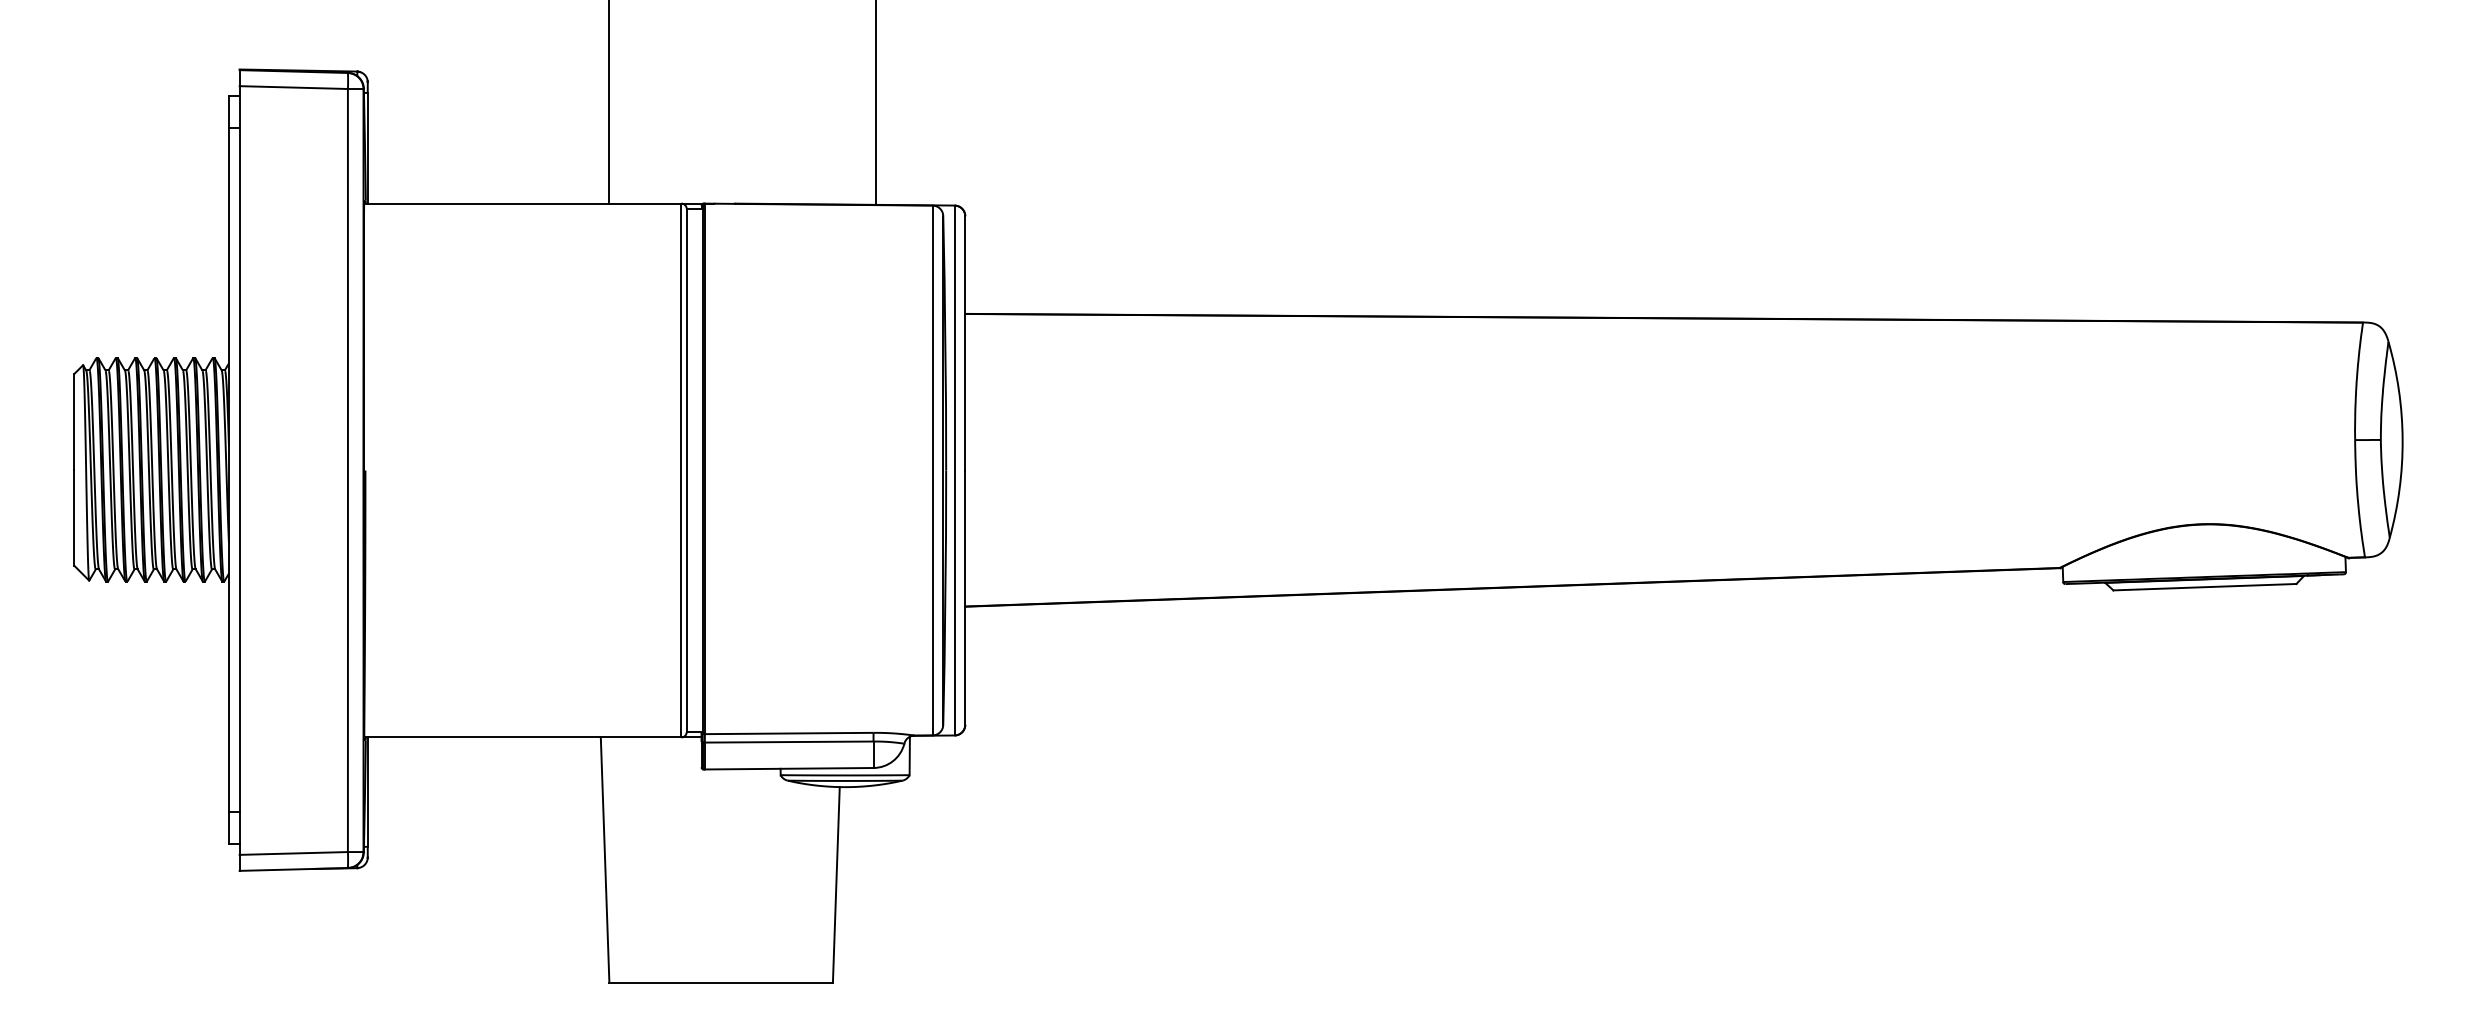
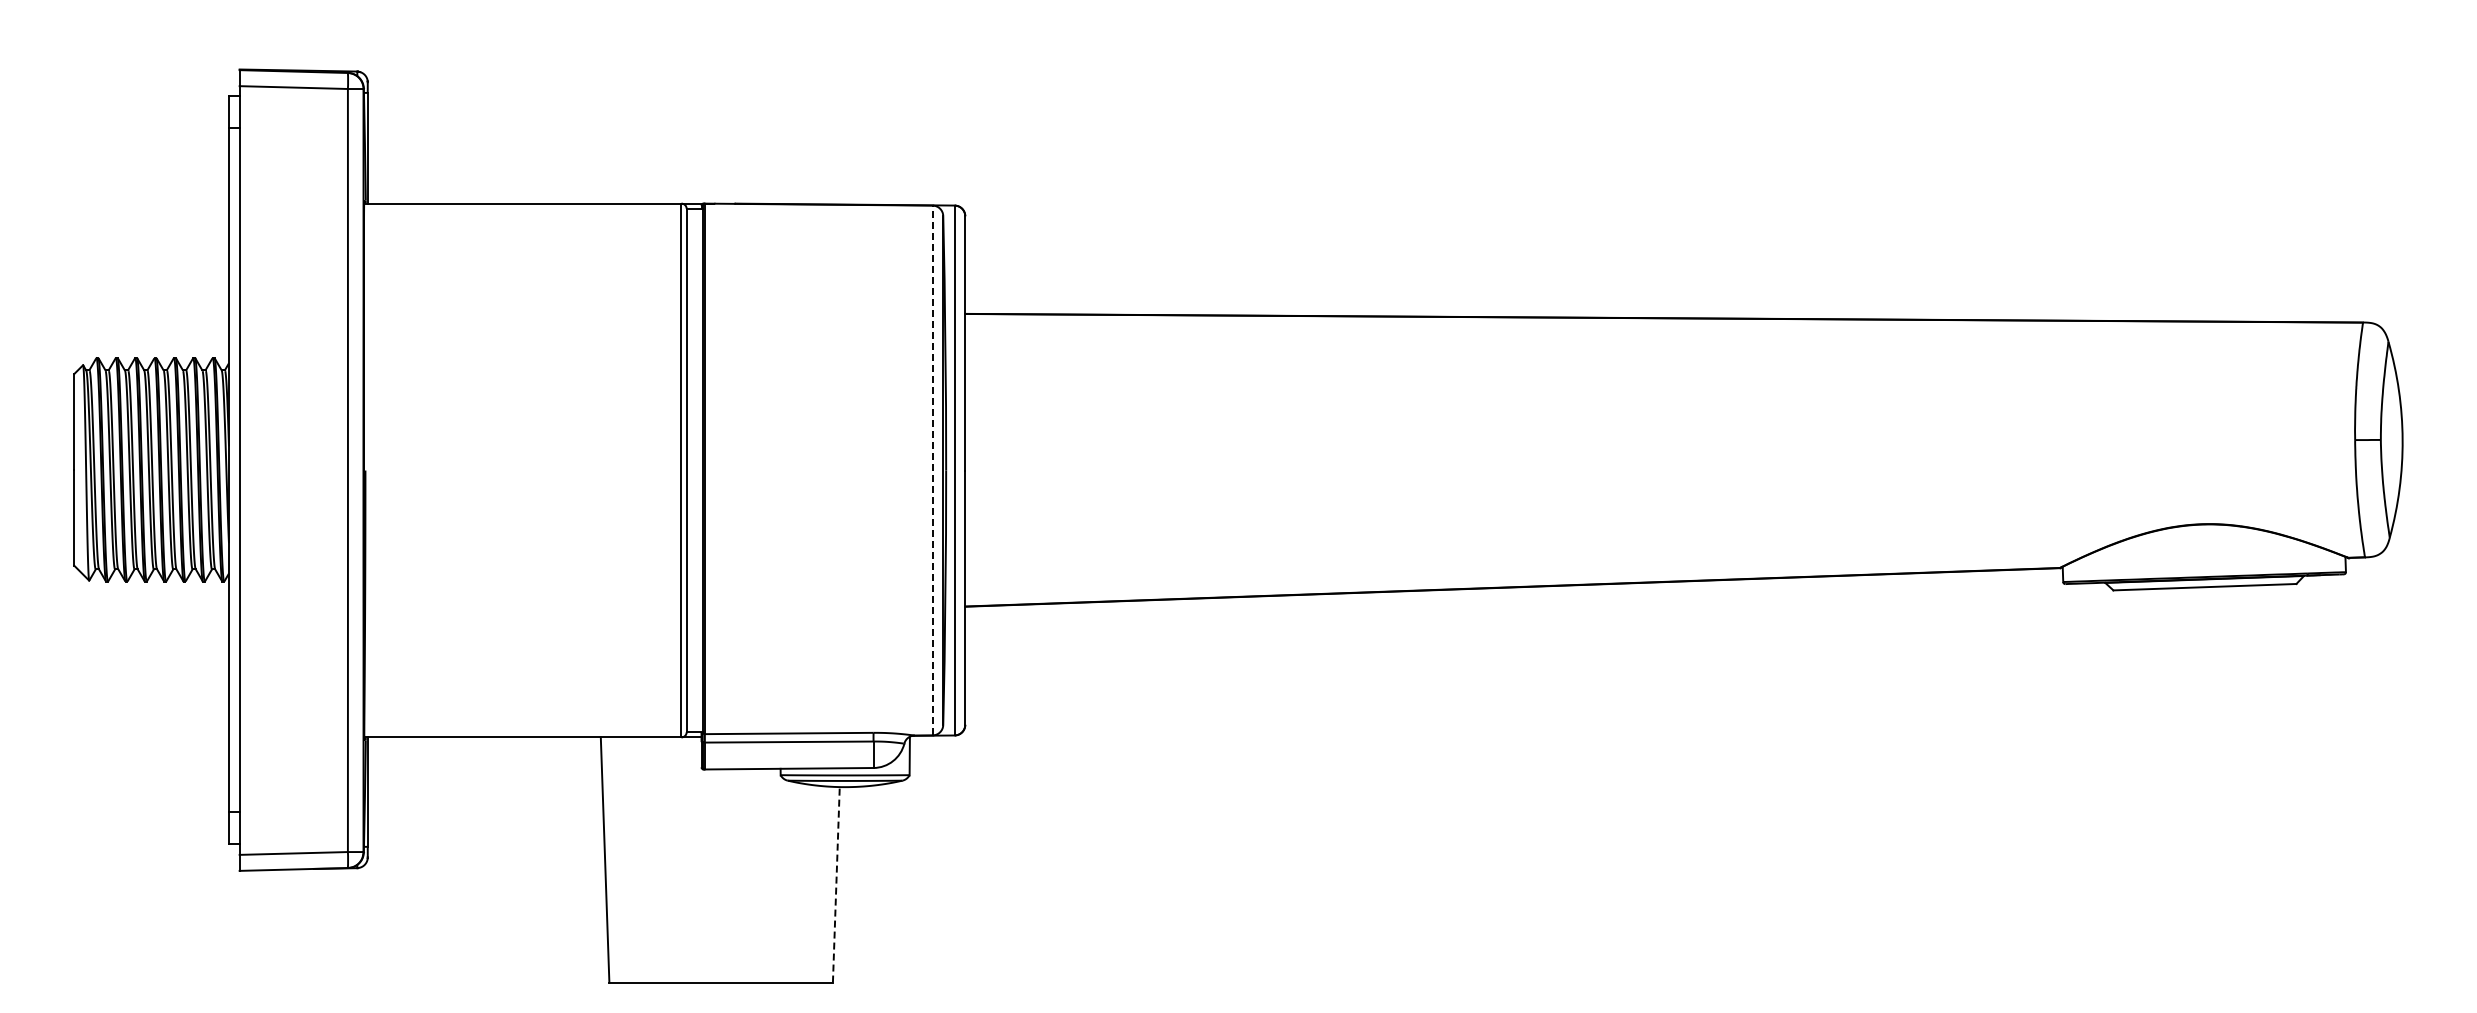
line at (609, 102): present -> none
line at (875, 103): present -> none
line at (932, 470): solid -> dashed
line at (836, 884): solid -> dashed
